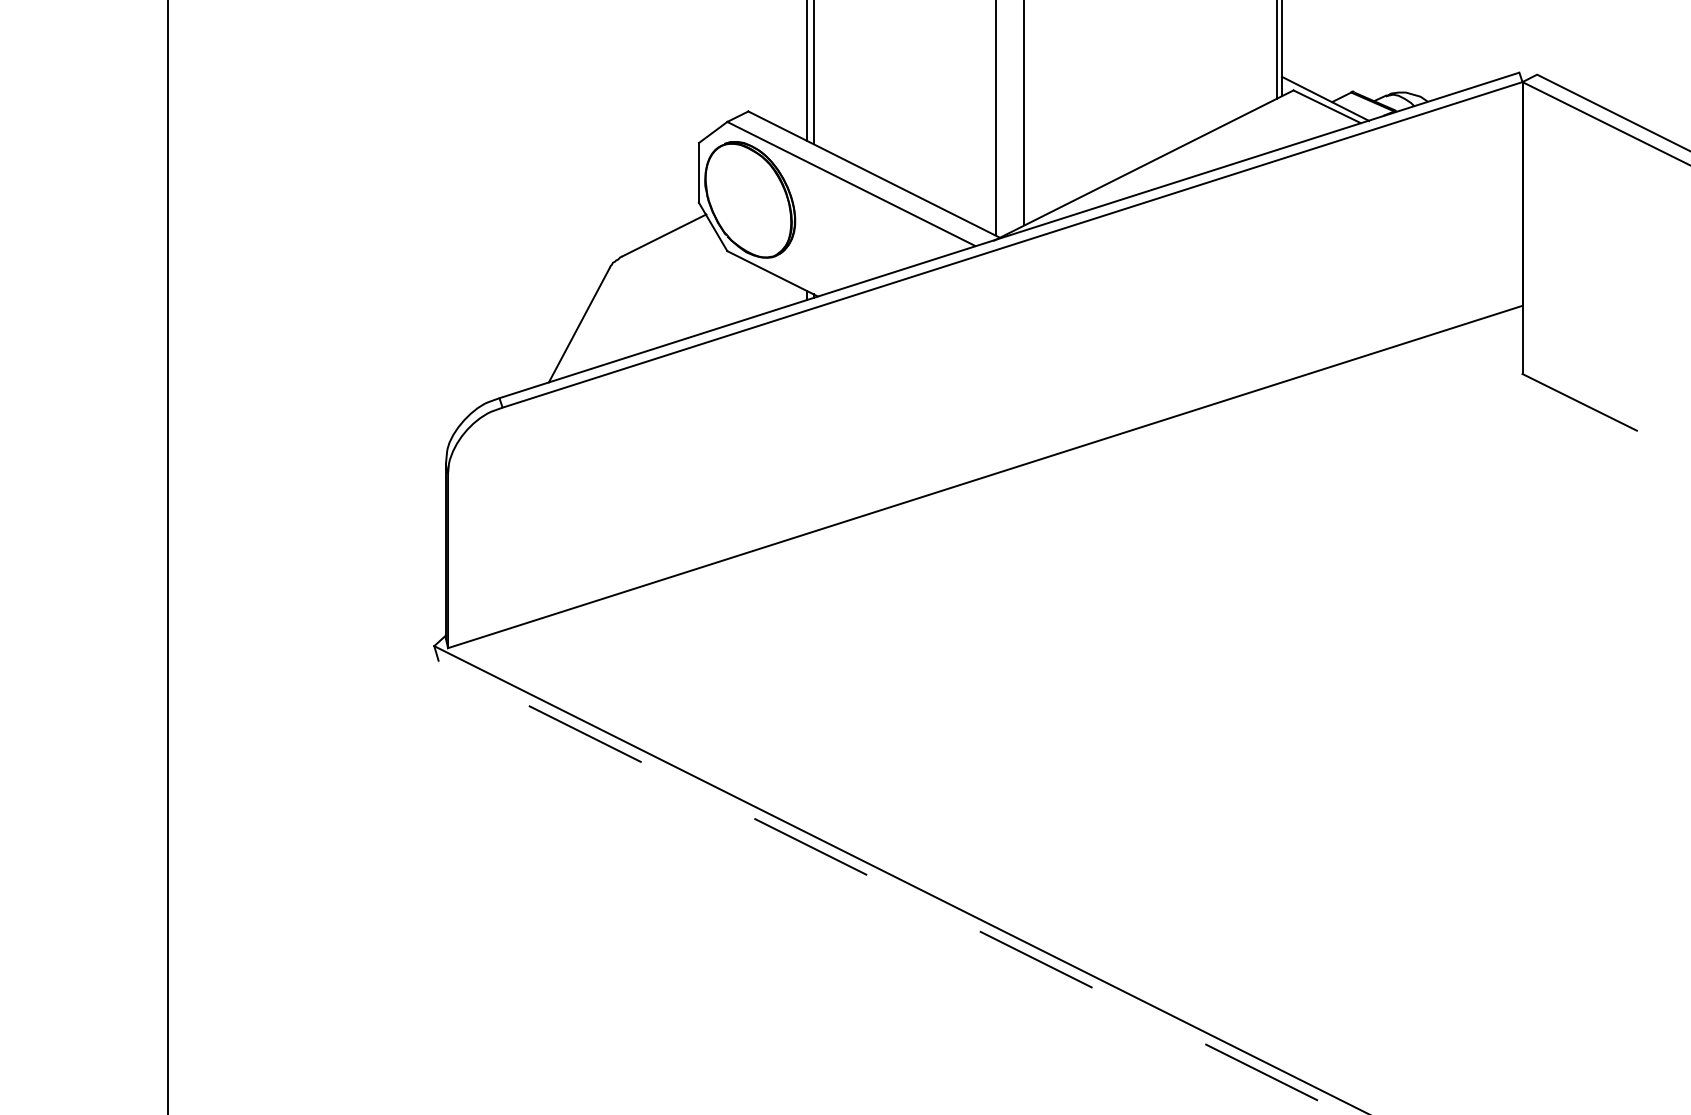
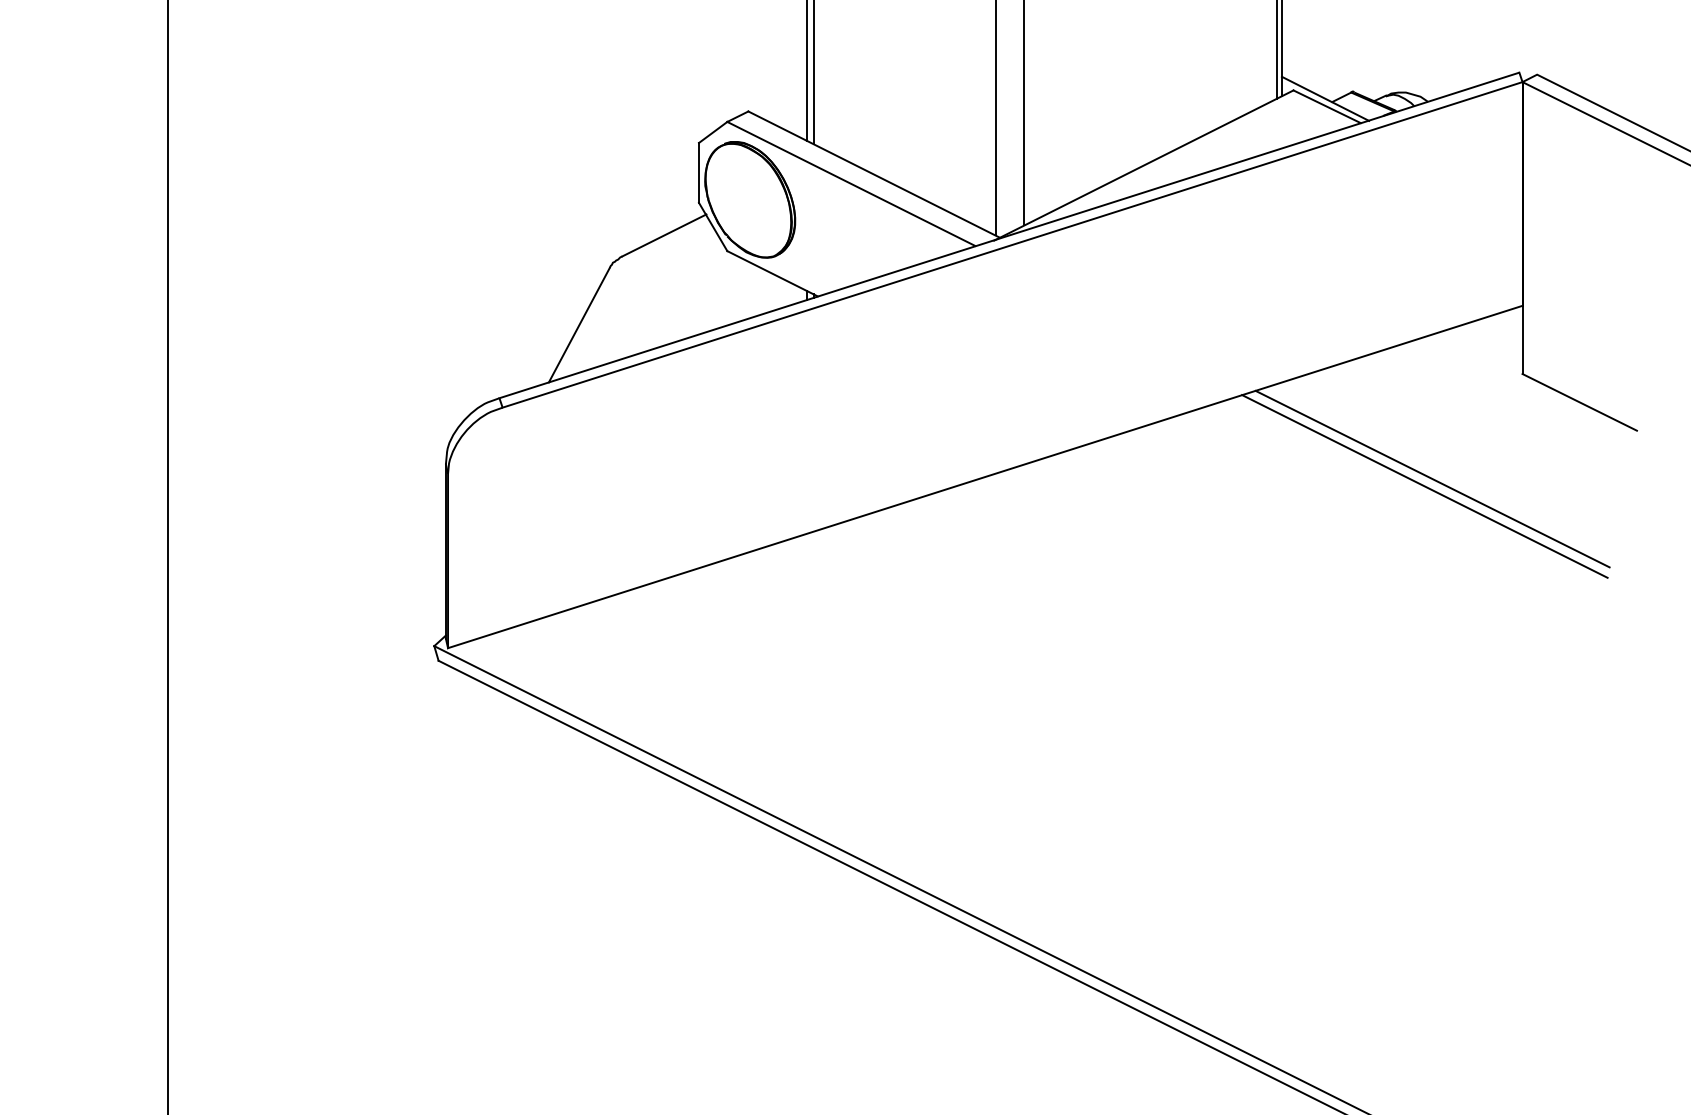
line at (1432, 478): none -> present
line at (1424, 486): none -> present
line at (892, 887): dashed -> solid
